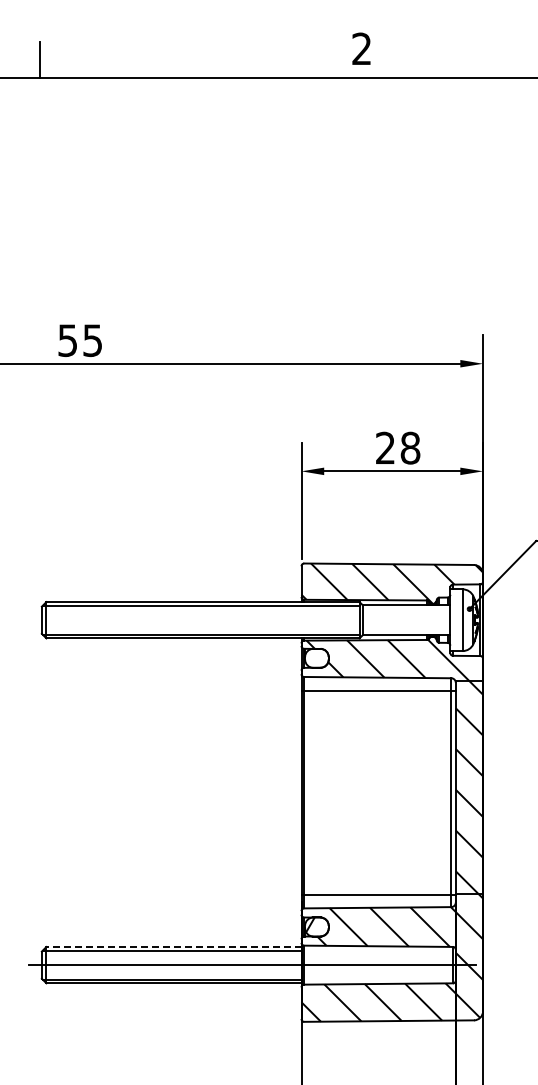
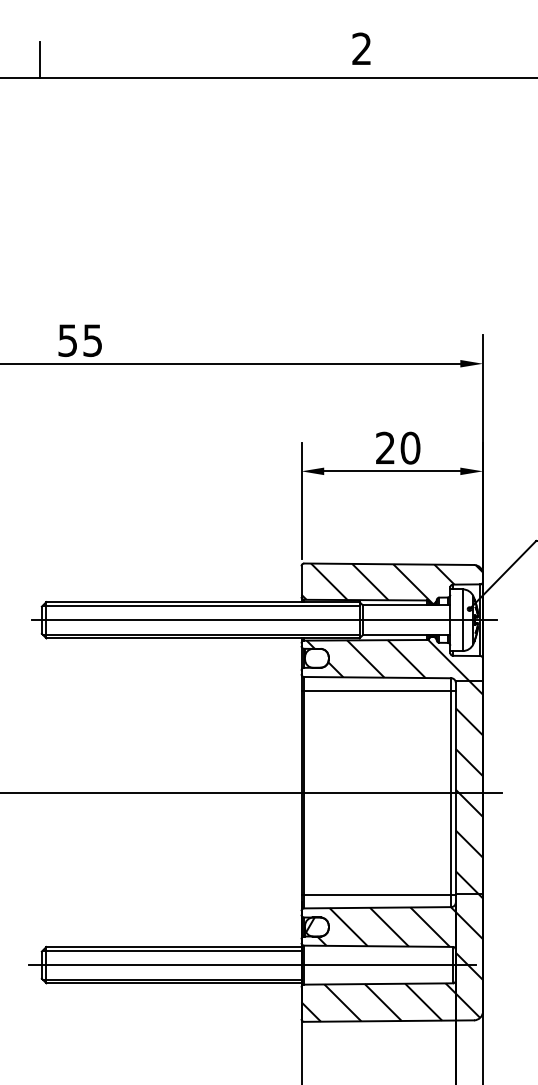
text at (410, 448): 28 -> 20
line at (263, 620): none -> present
line at (252, 792): none -> present
line at (173, 946): dashed -> solid
